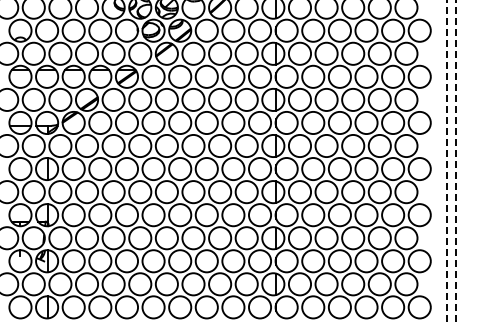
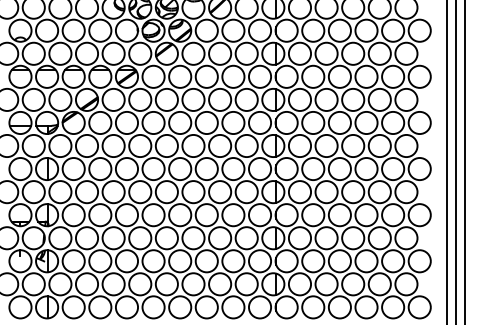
line at (447, 161): dashed -> solid
line at (455, 161): dashed -> solid
line at (464, 161): none -> present
